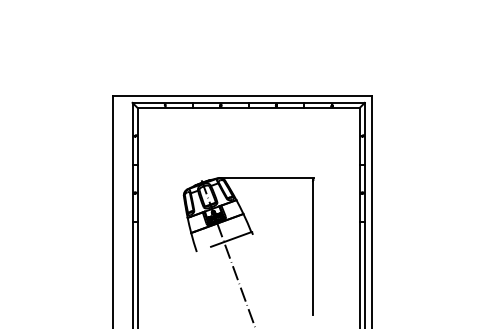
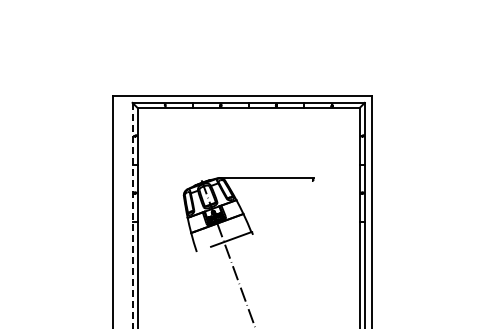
line at (132, 215): solid -> dashed
line at (313, 248): present -> none
